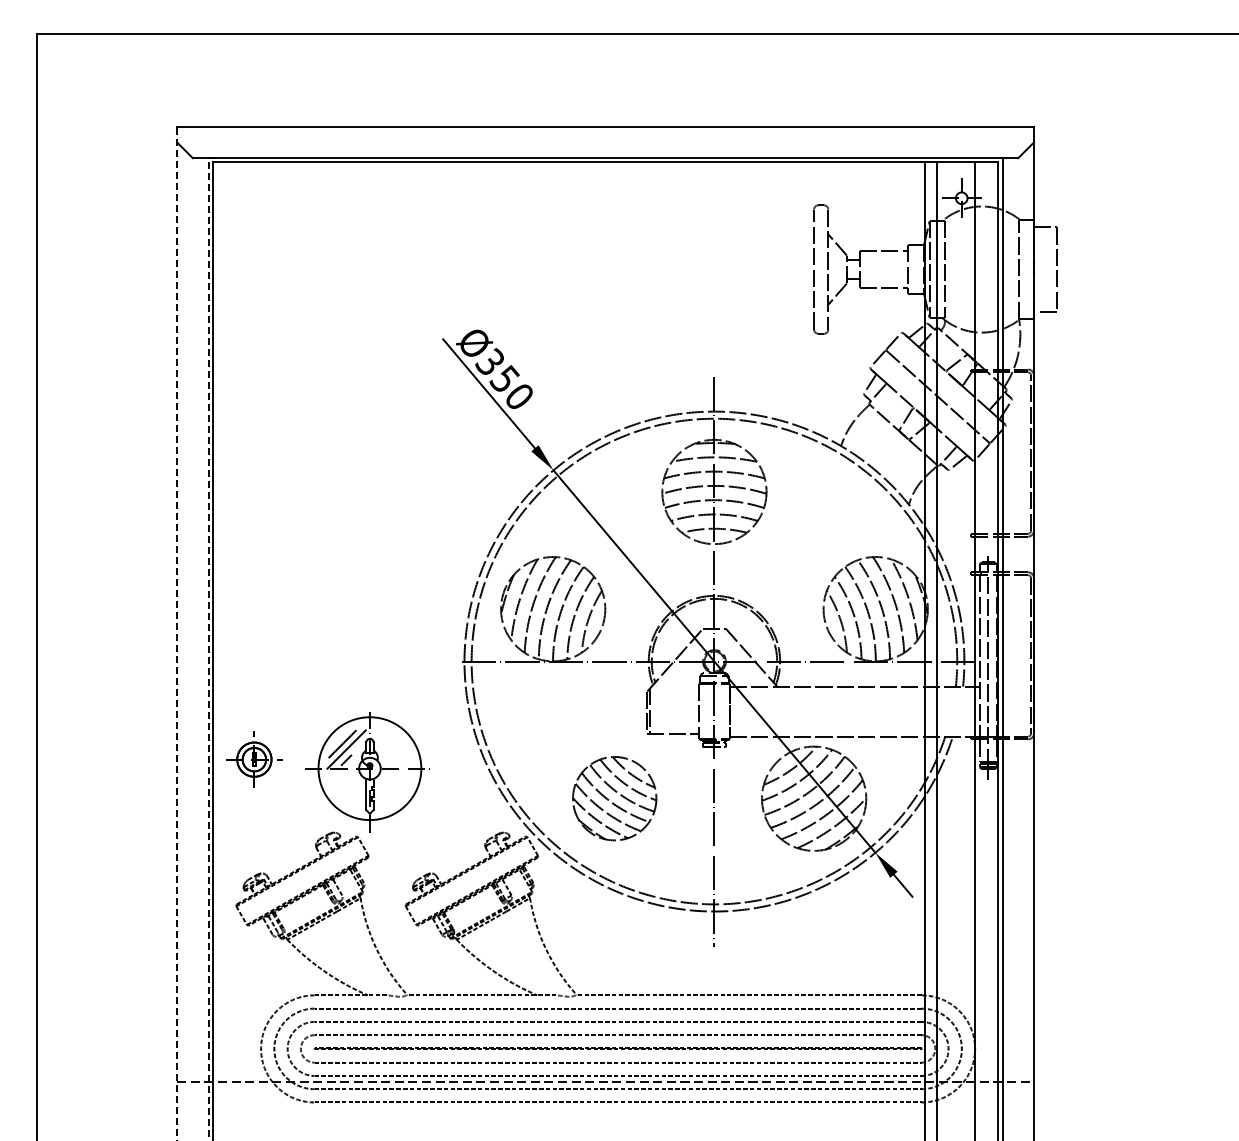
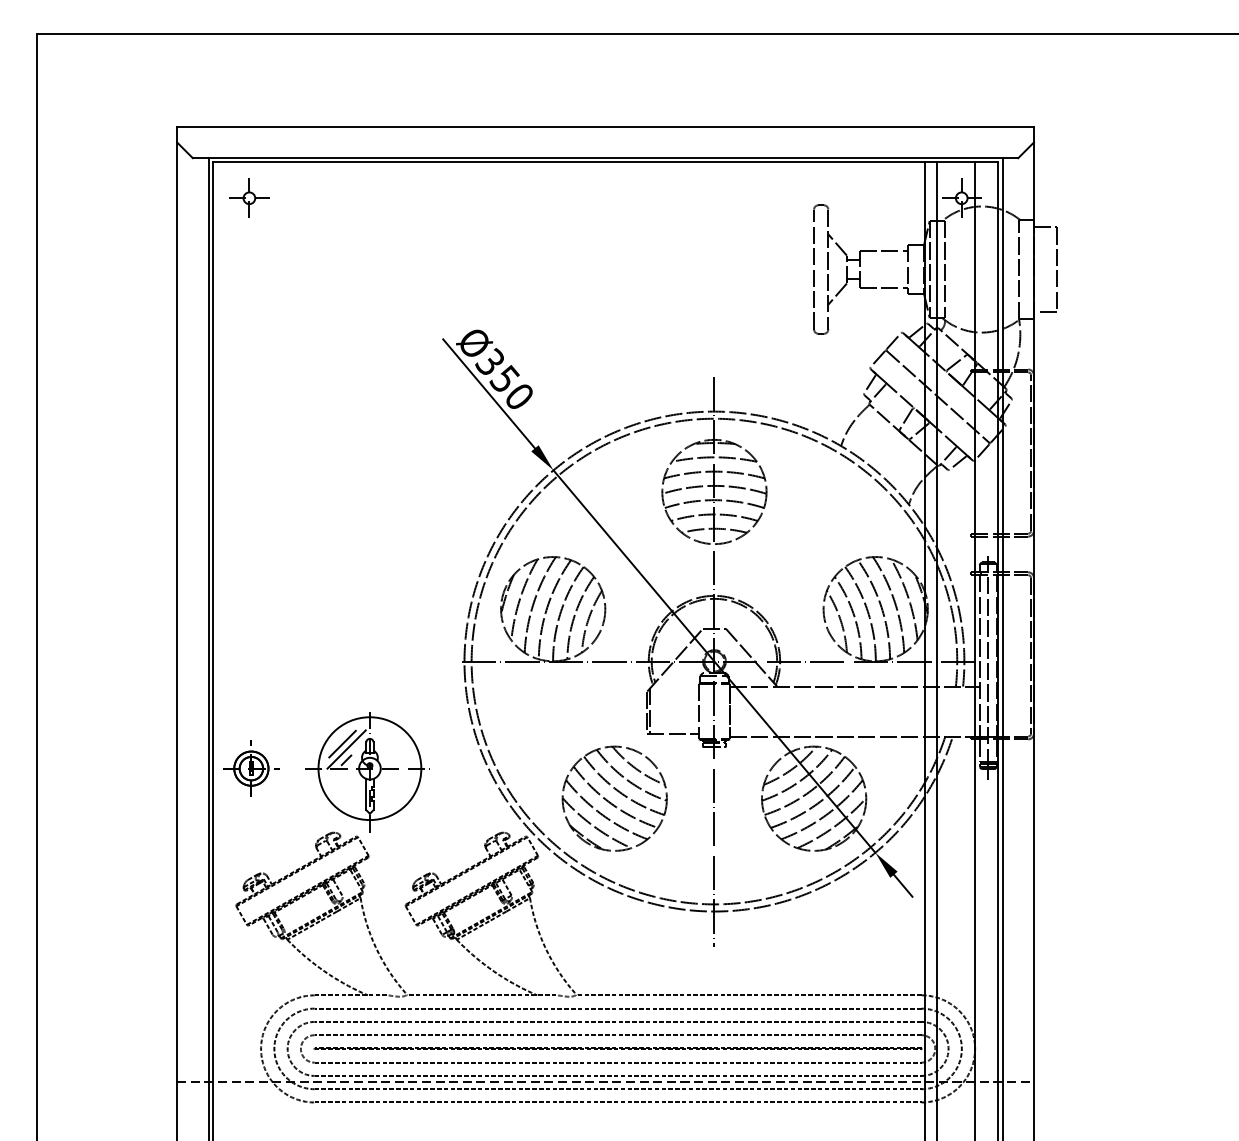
part at (249, 197): none -> present
line at (177, 633): dashed -> solid
line at (208, 648): dashed -> solid
part at (254, 759) position: (254, 759) -> (251, 768)
part at (614, 798) size: 86x86 px -> 107x107 px
